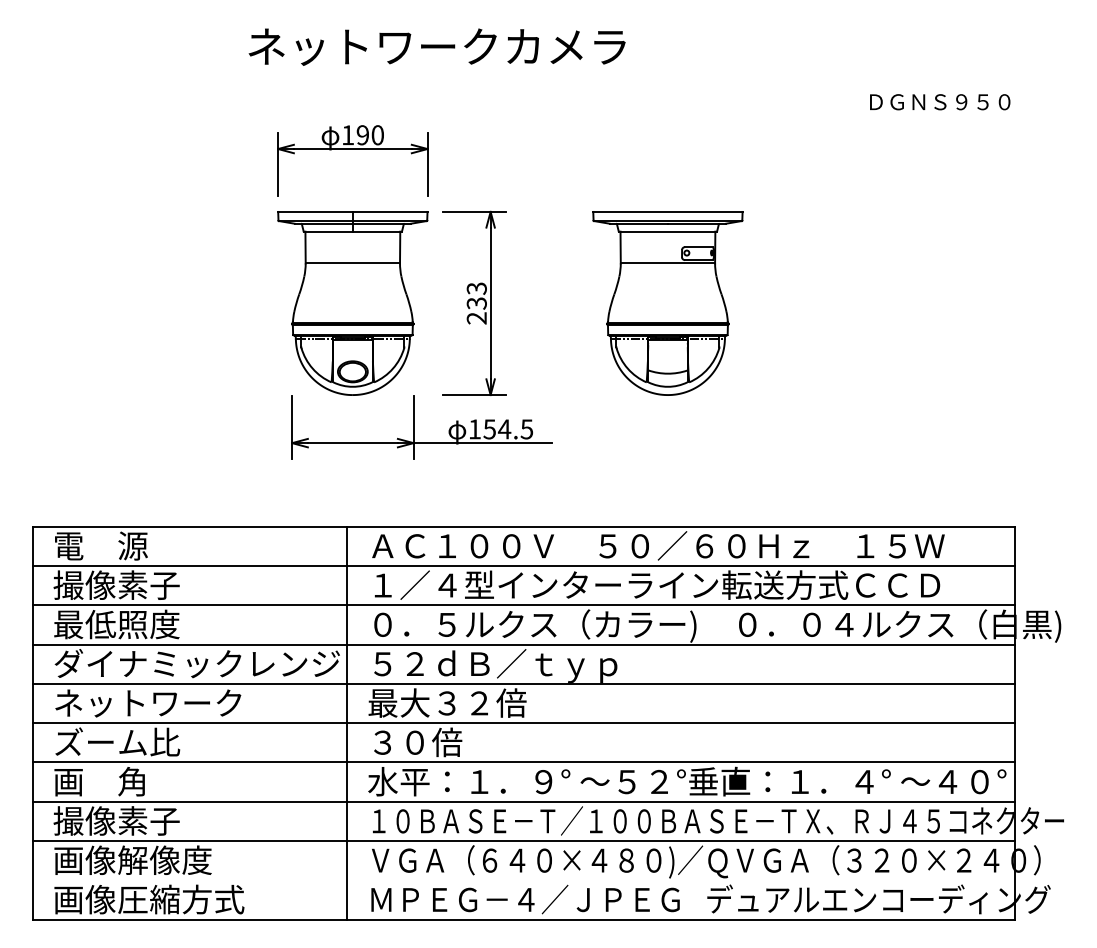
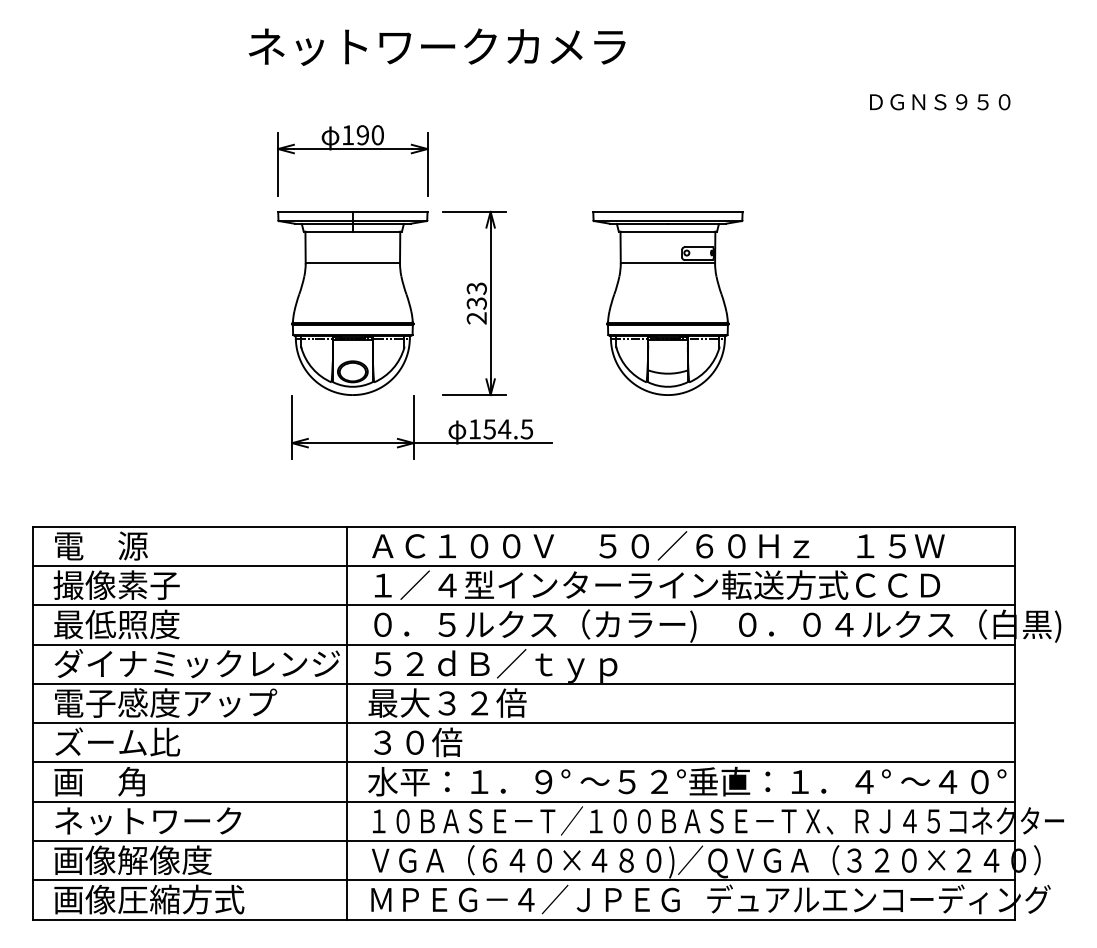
text at (166, 702): ネットワーク -> 電子感度アップ
text at (147, 820): 撮像素子 -> ネットワーク
line at (523, 880): none -> present
